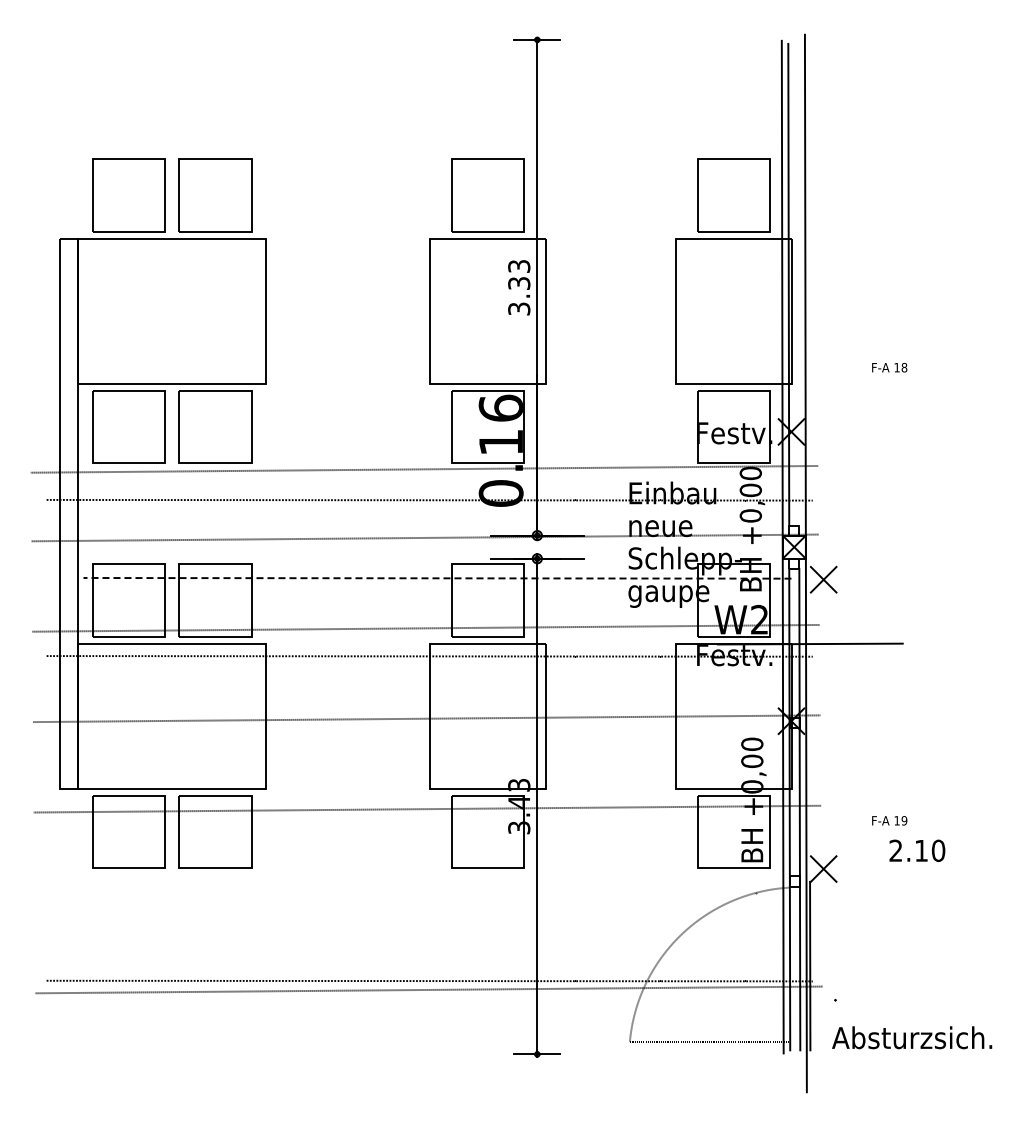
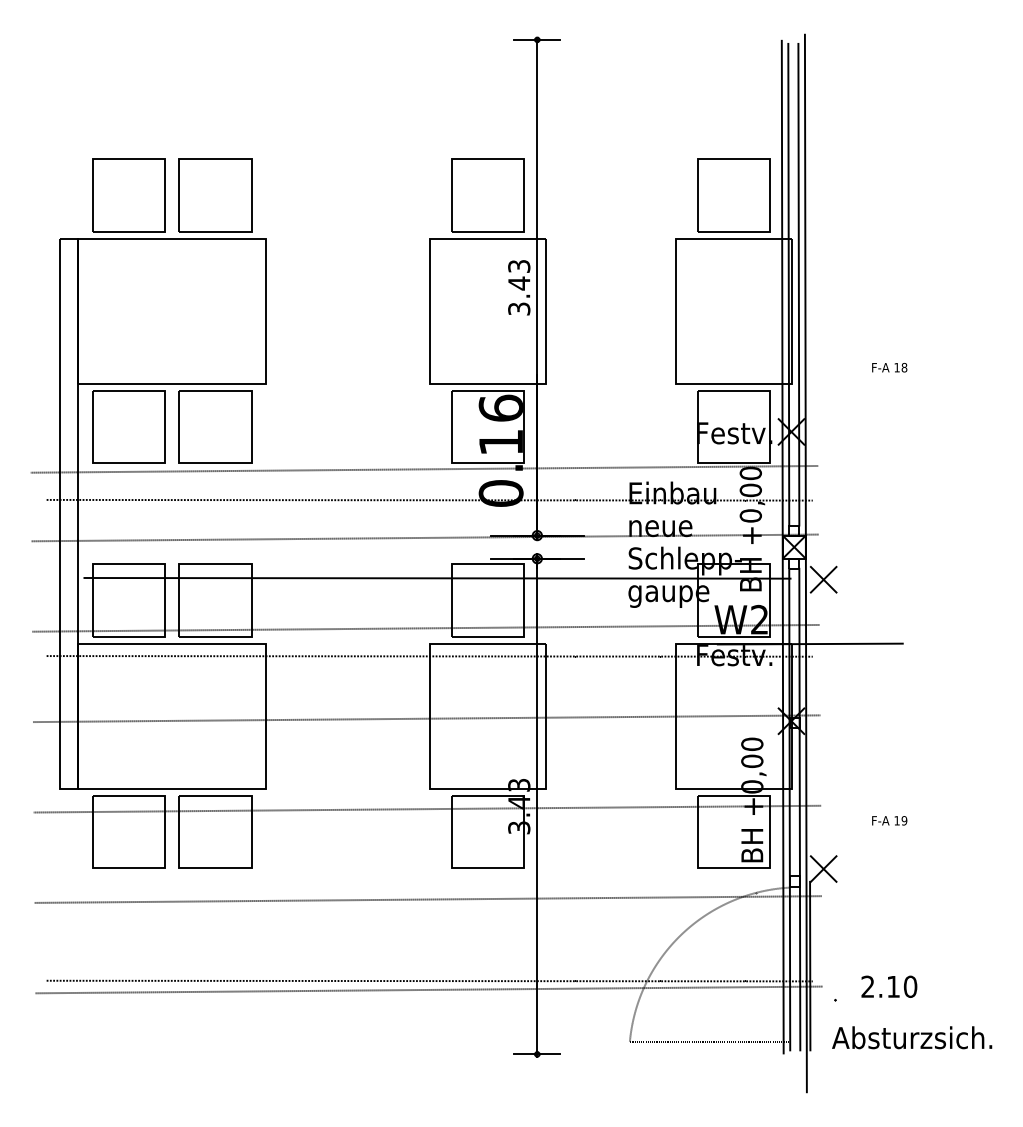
text at (519, 283): 3.33 -> 3.43
line at (798, 284): none -> present
line at (437, 578): dashed -> solid
text at (917, 850) position: (917, 850) -> (889, 986)
line at (427, 899): none -> present
